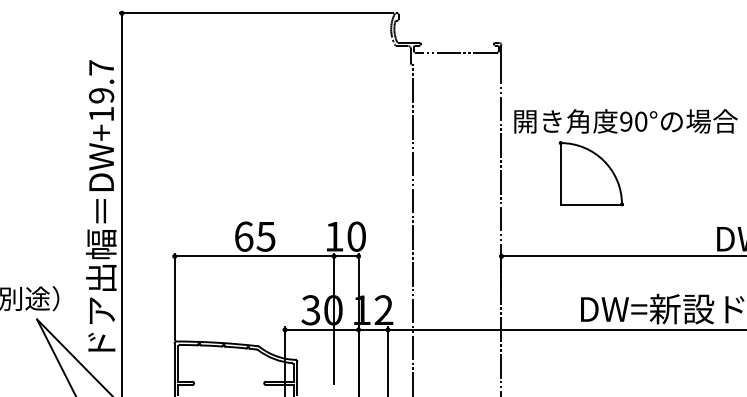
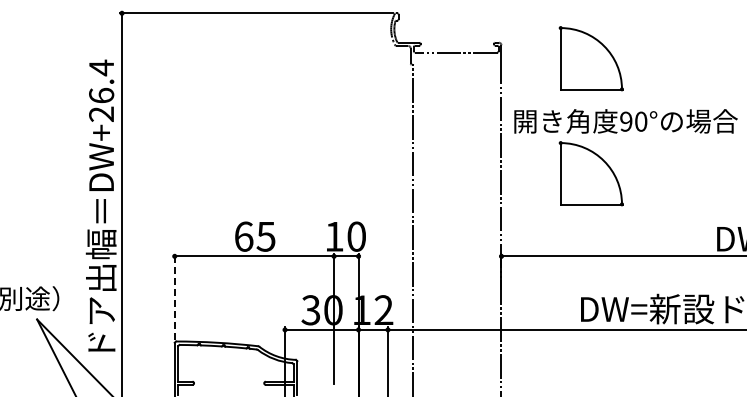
part at (590, 58): none -> present
text at (101, 90): DW+19.7 -> DW+26.4
line at (174, 296): solid -> dashed
